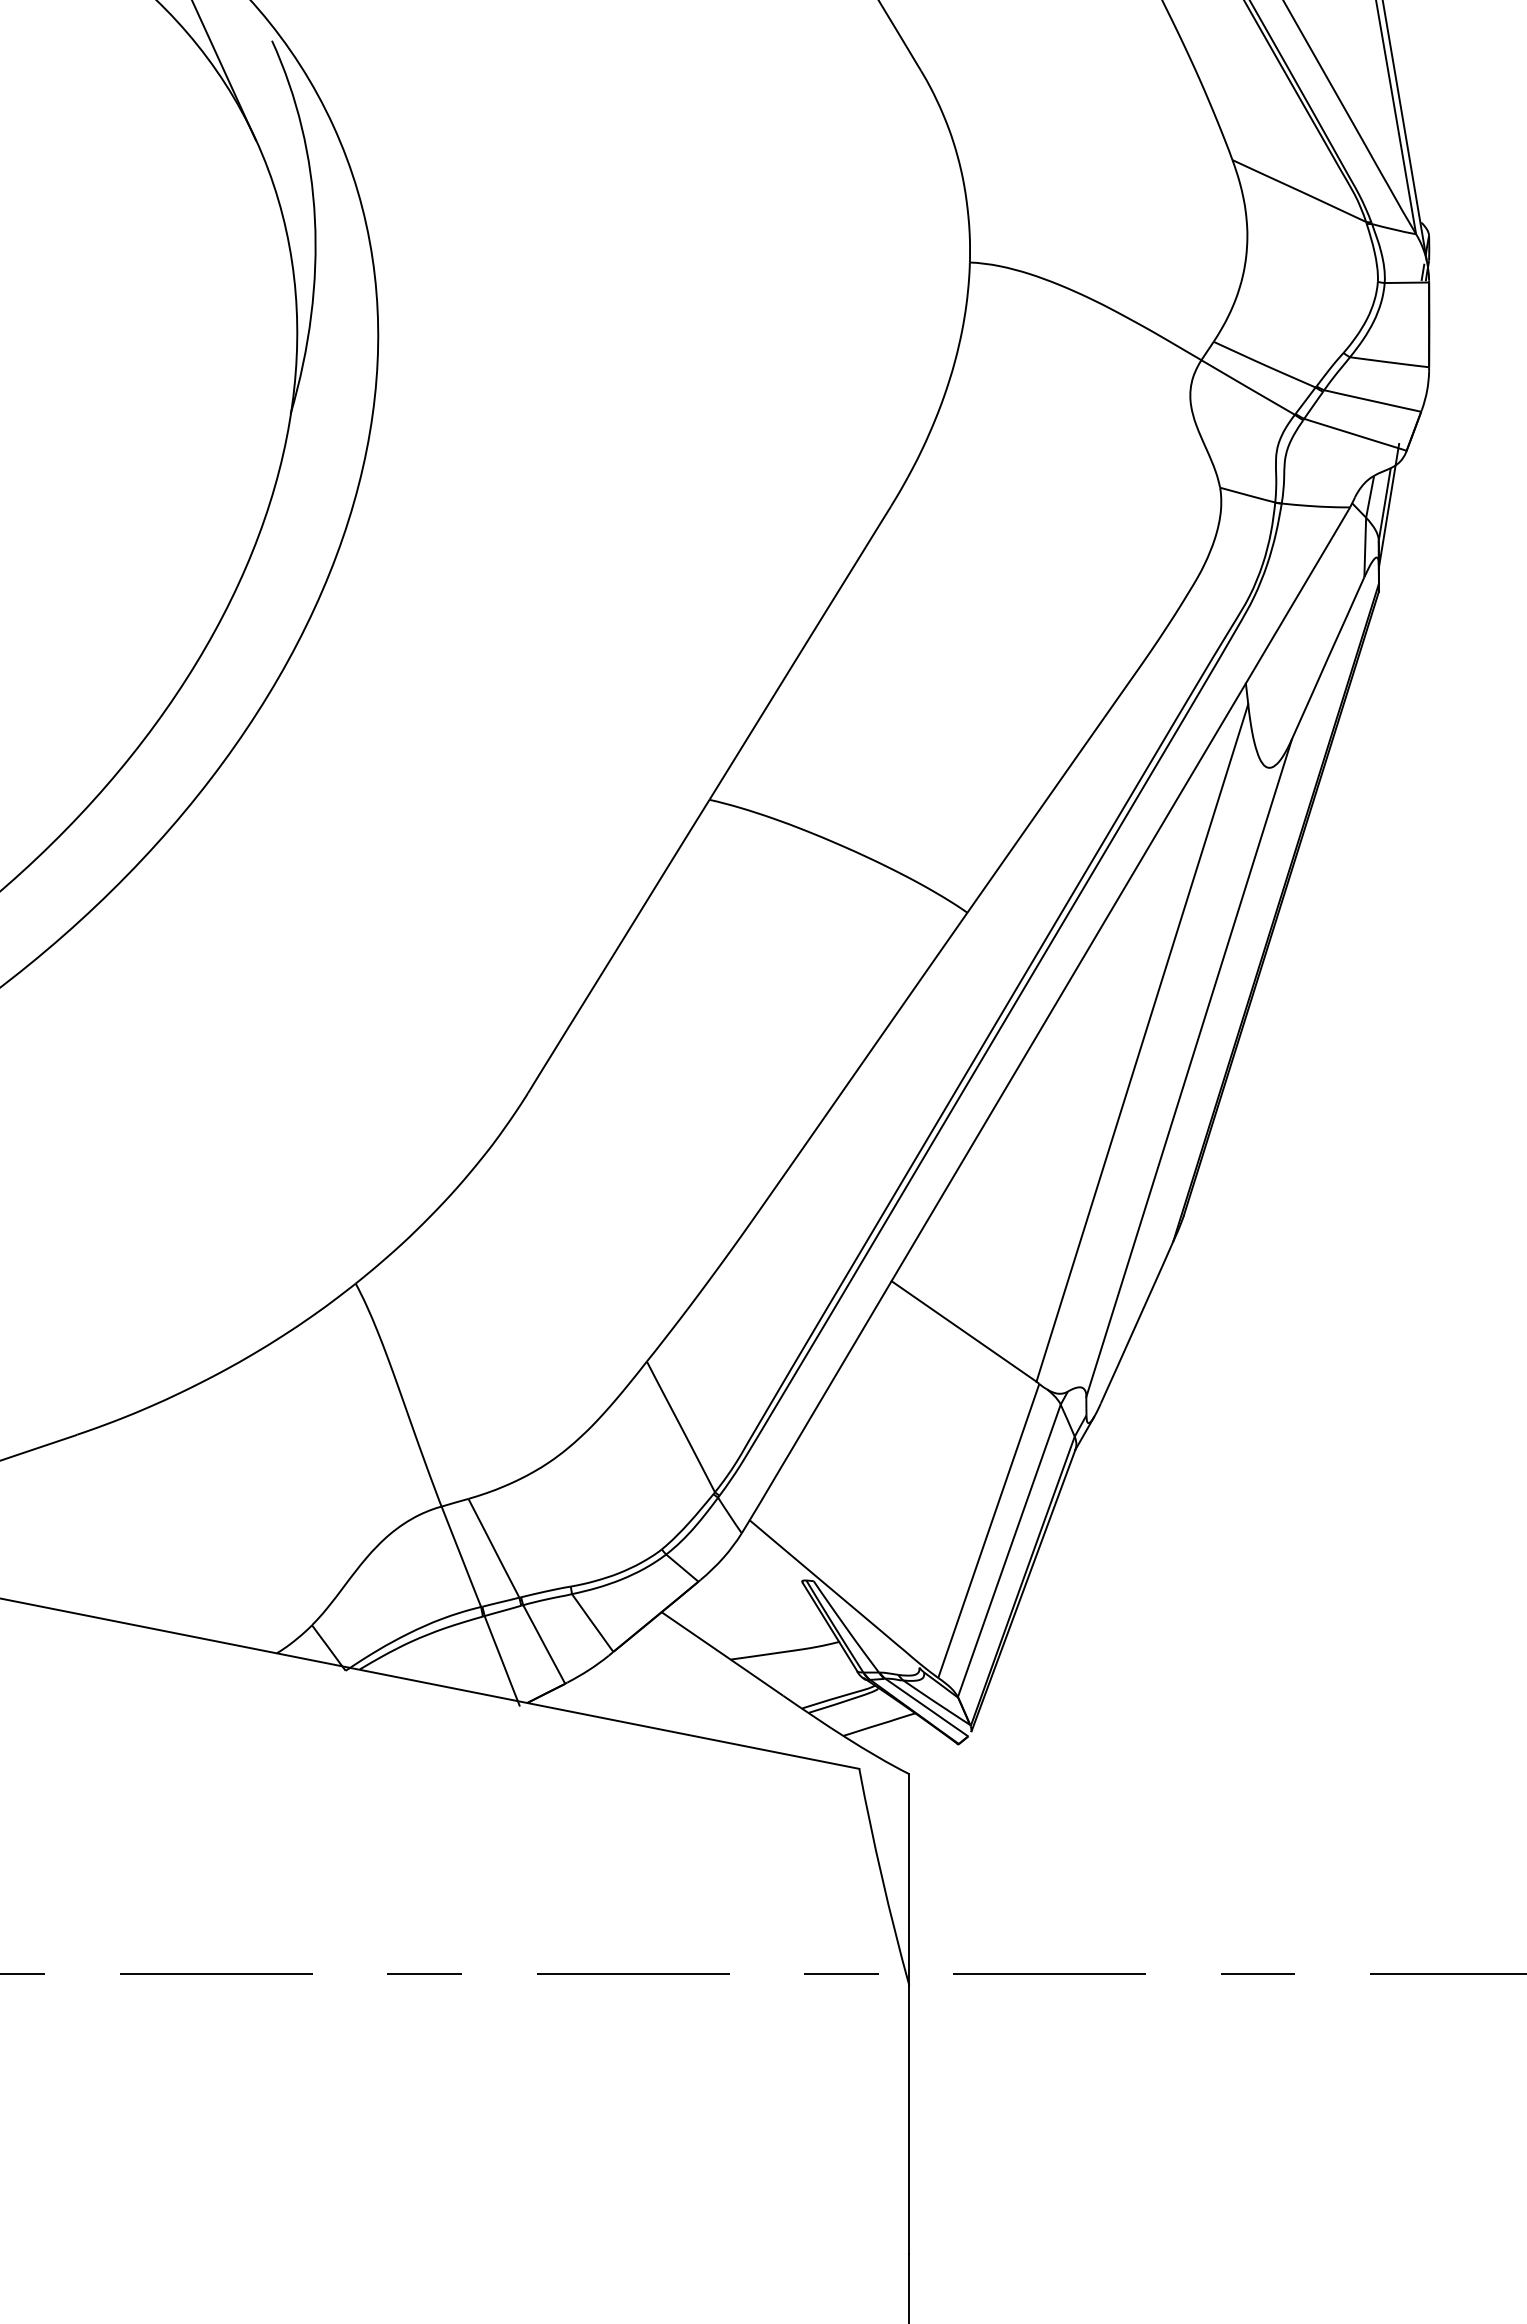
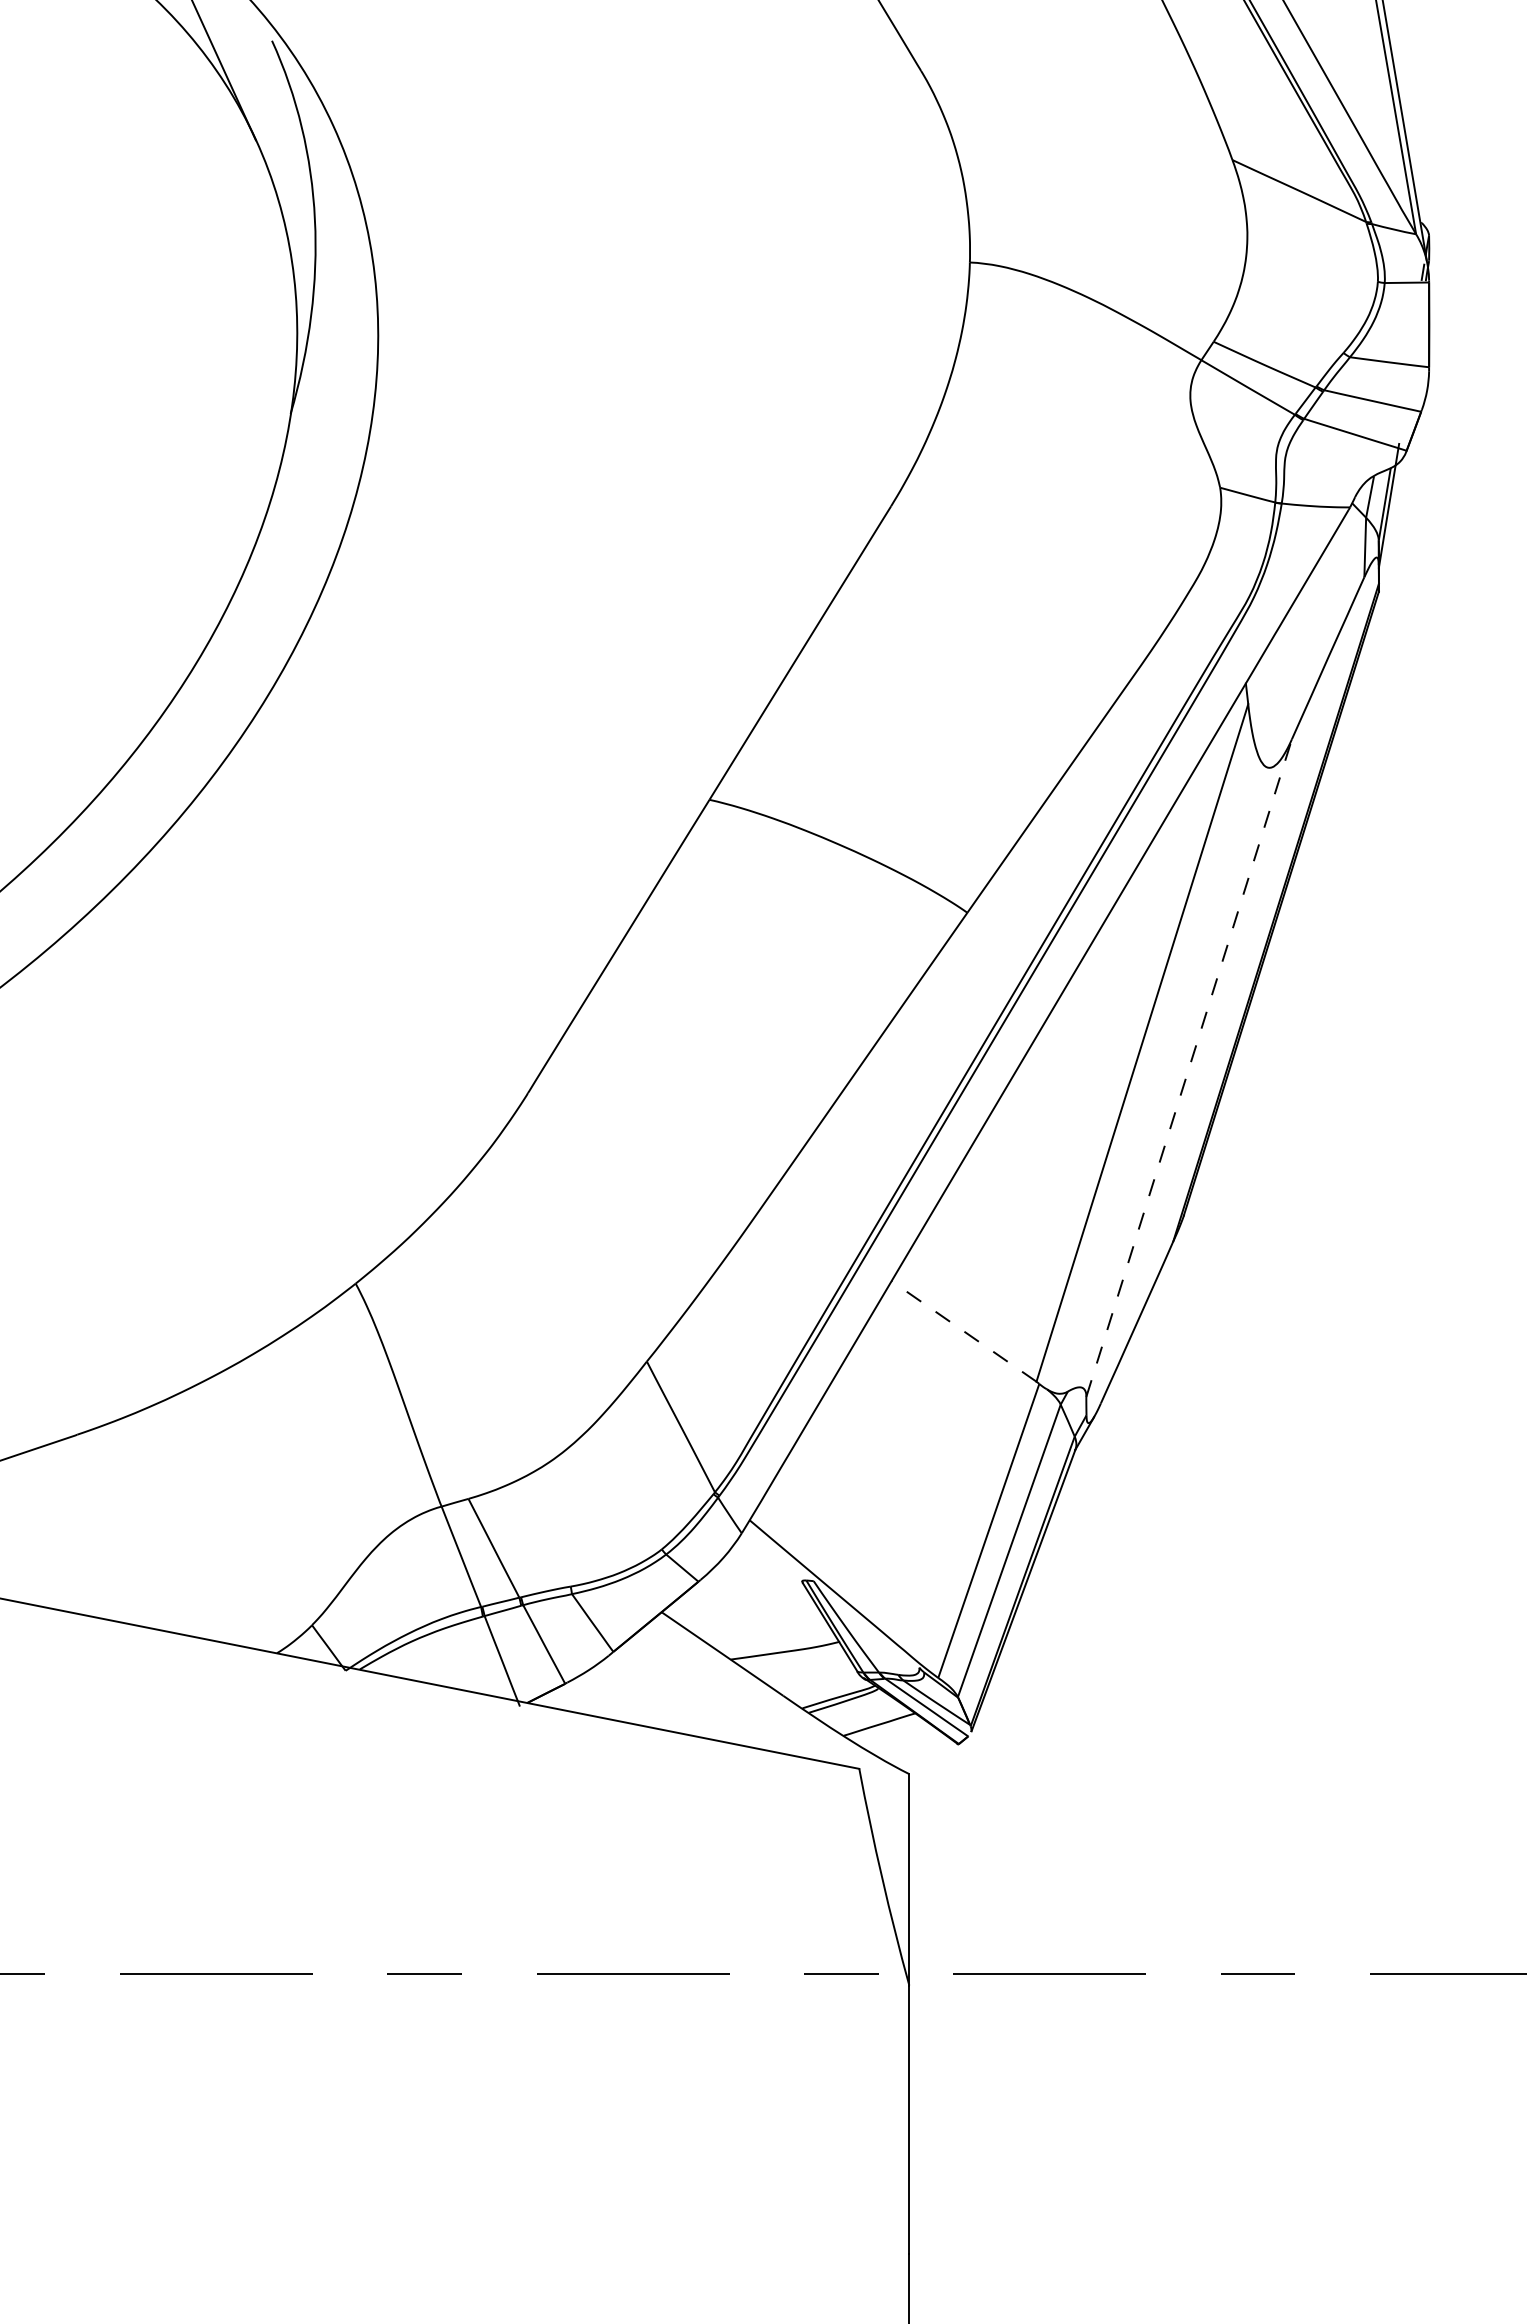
line at (1189, 1068): solid -> dashed
line at (963, 1331): solid -> dashed
